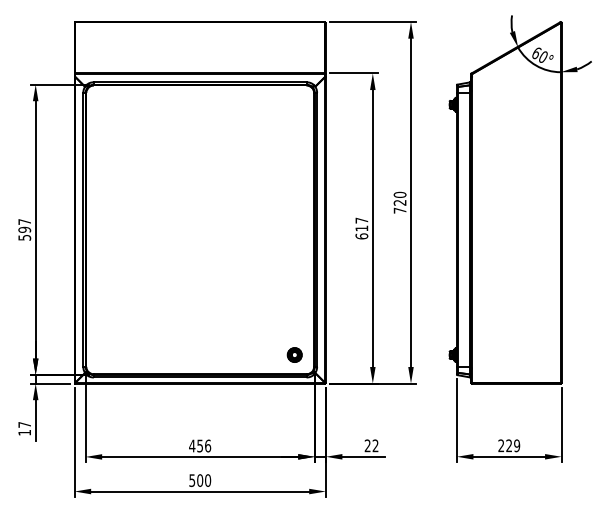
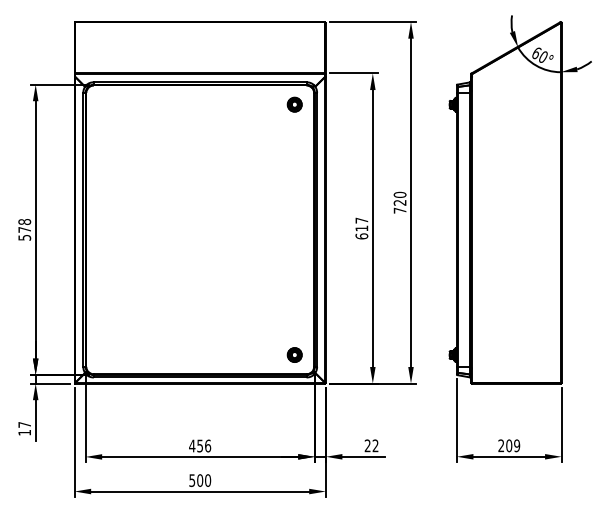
part at (294, 104): none -> present
text at (24, 225): 597 -> 578
text at (509, 445): 229 -> 209
